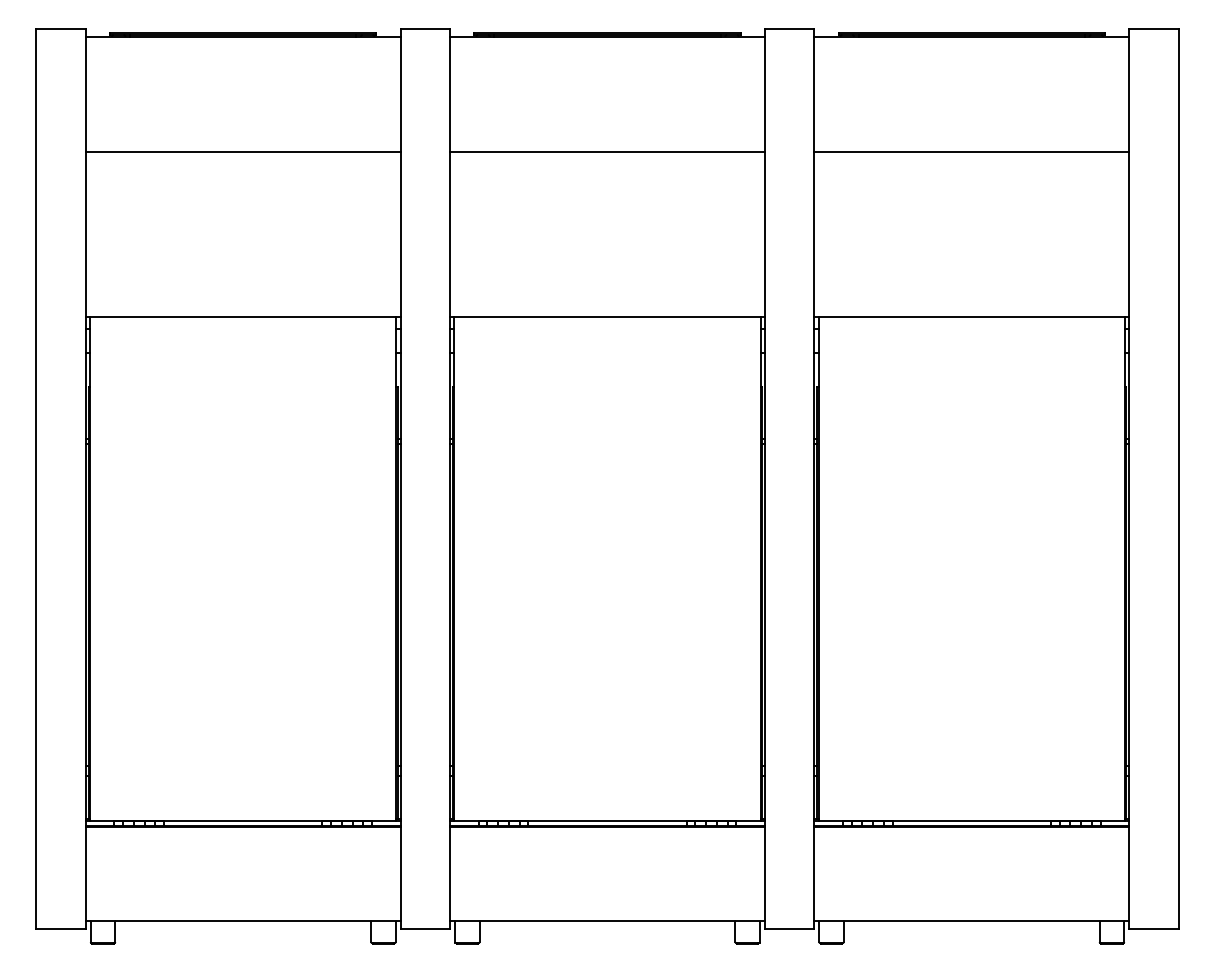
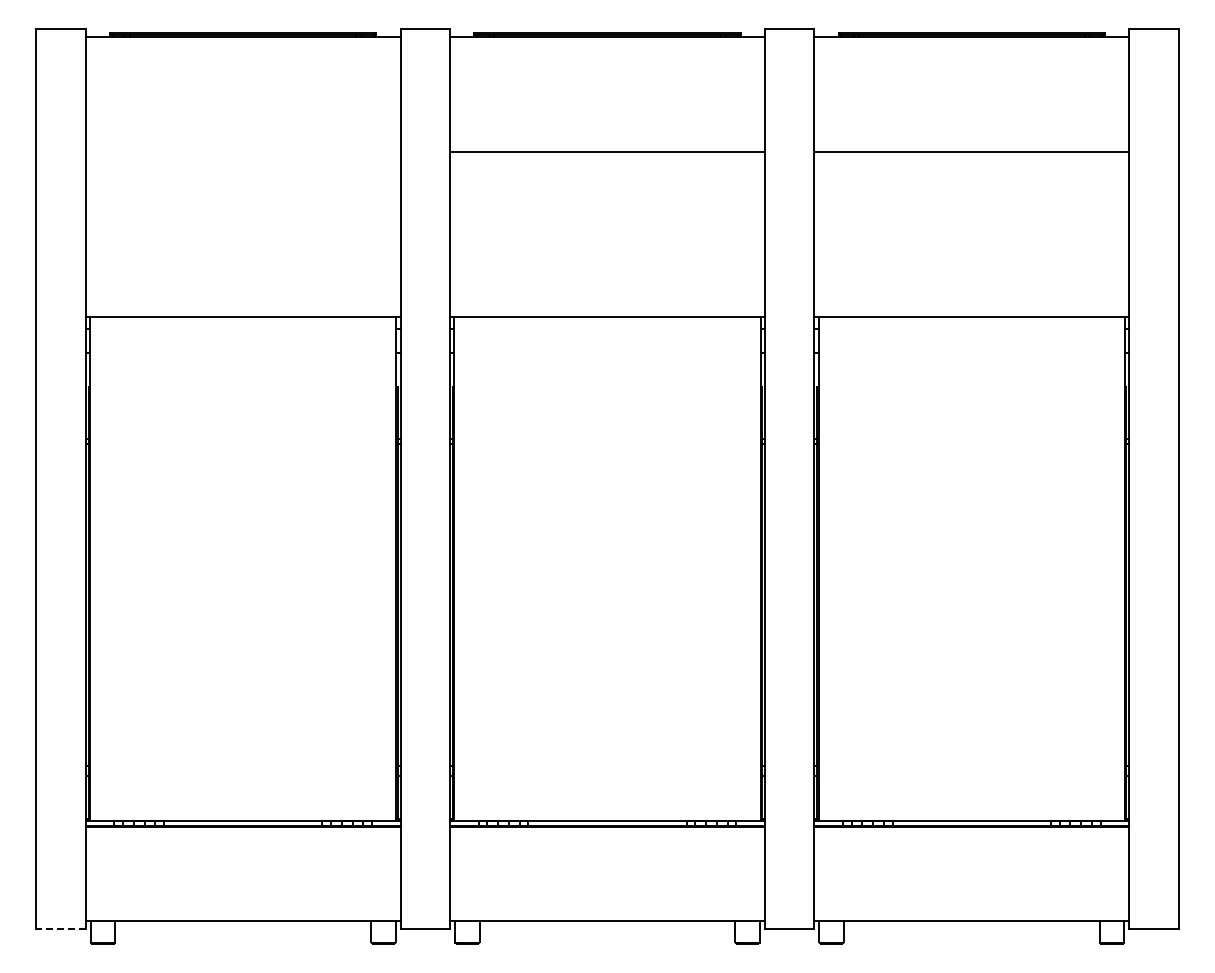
line at (242, 151): present -> none
line at (61, 929): solid -> dashed
